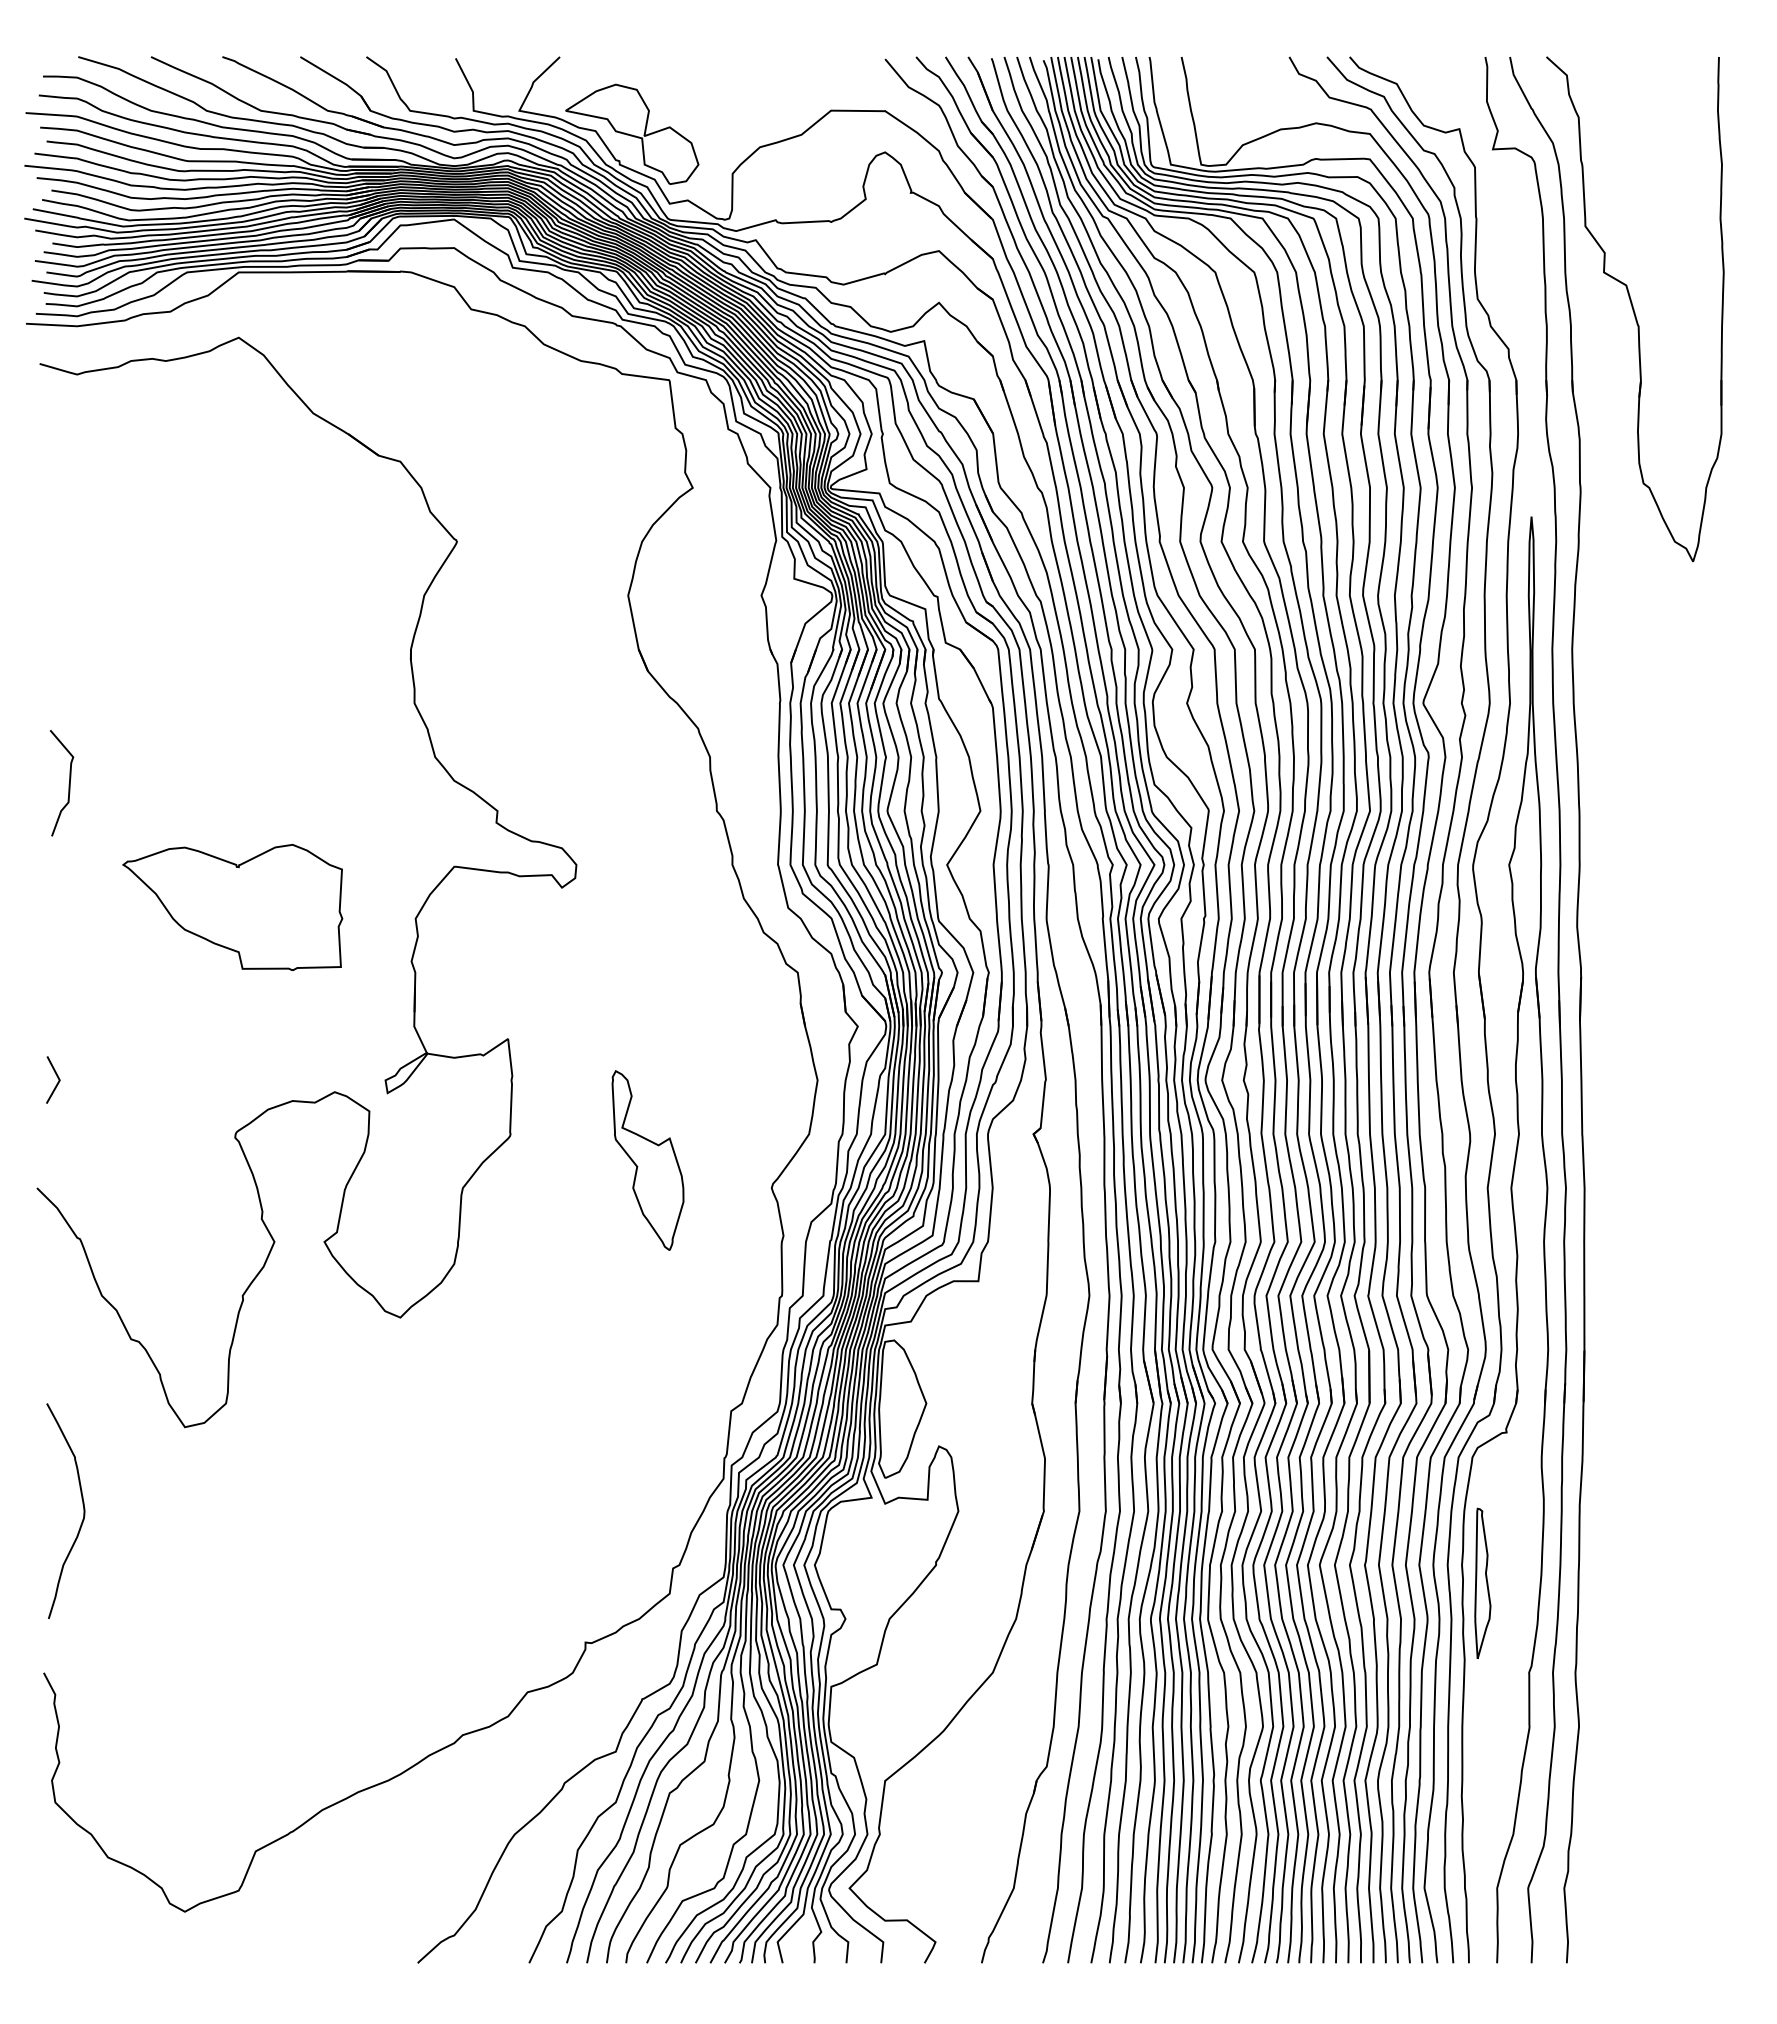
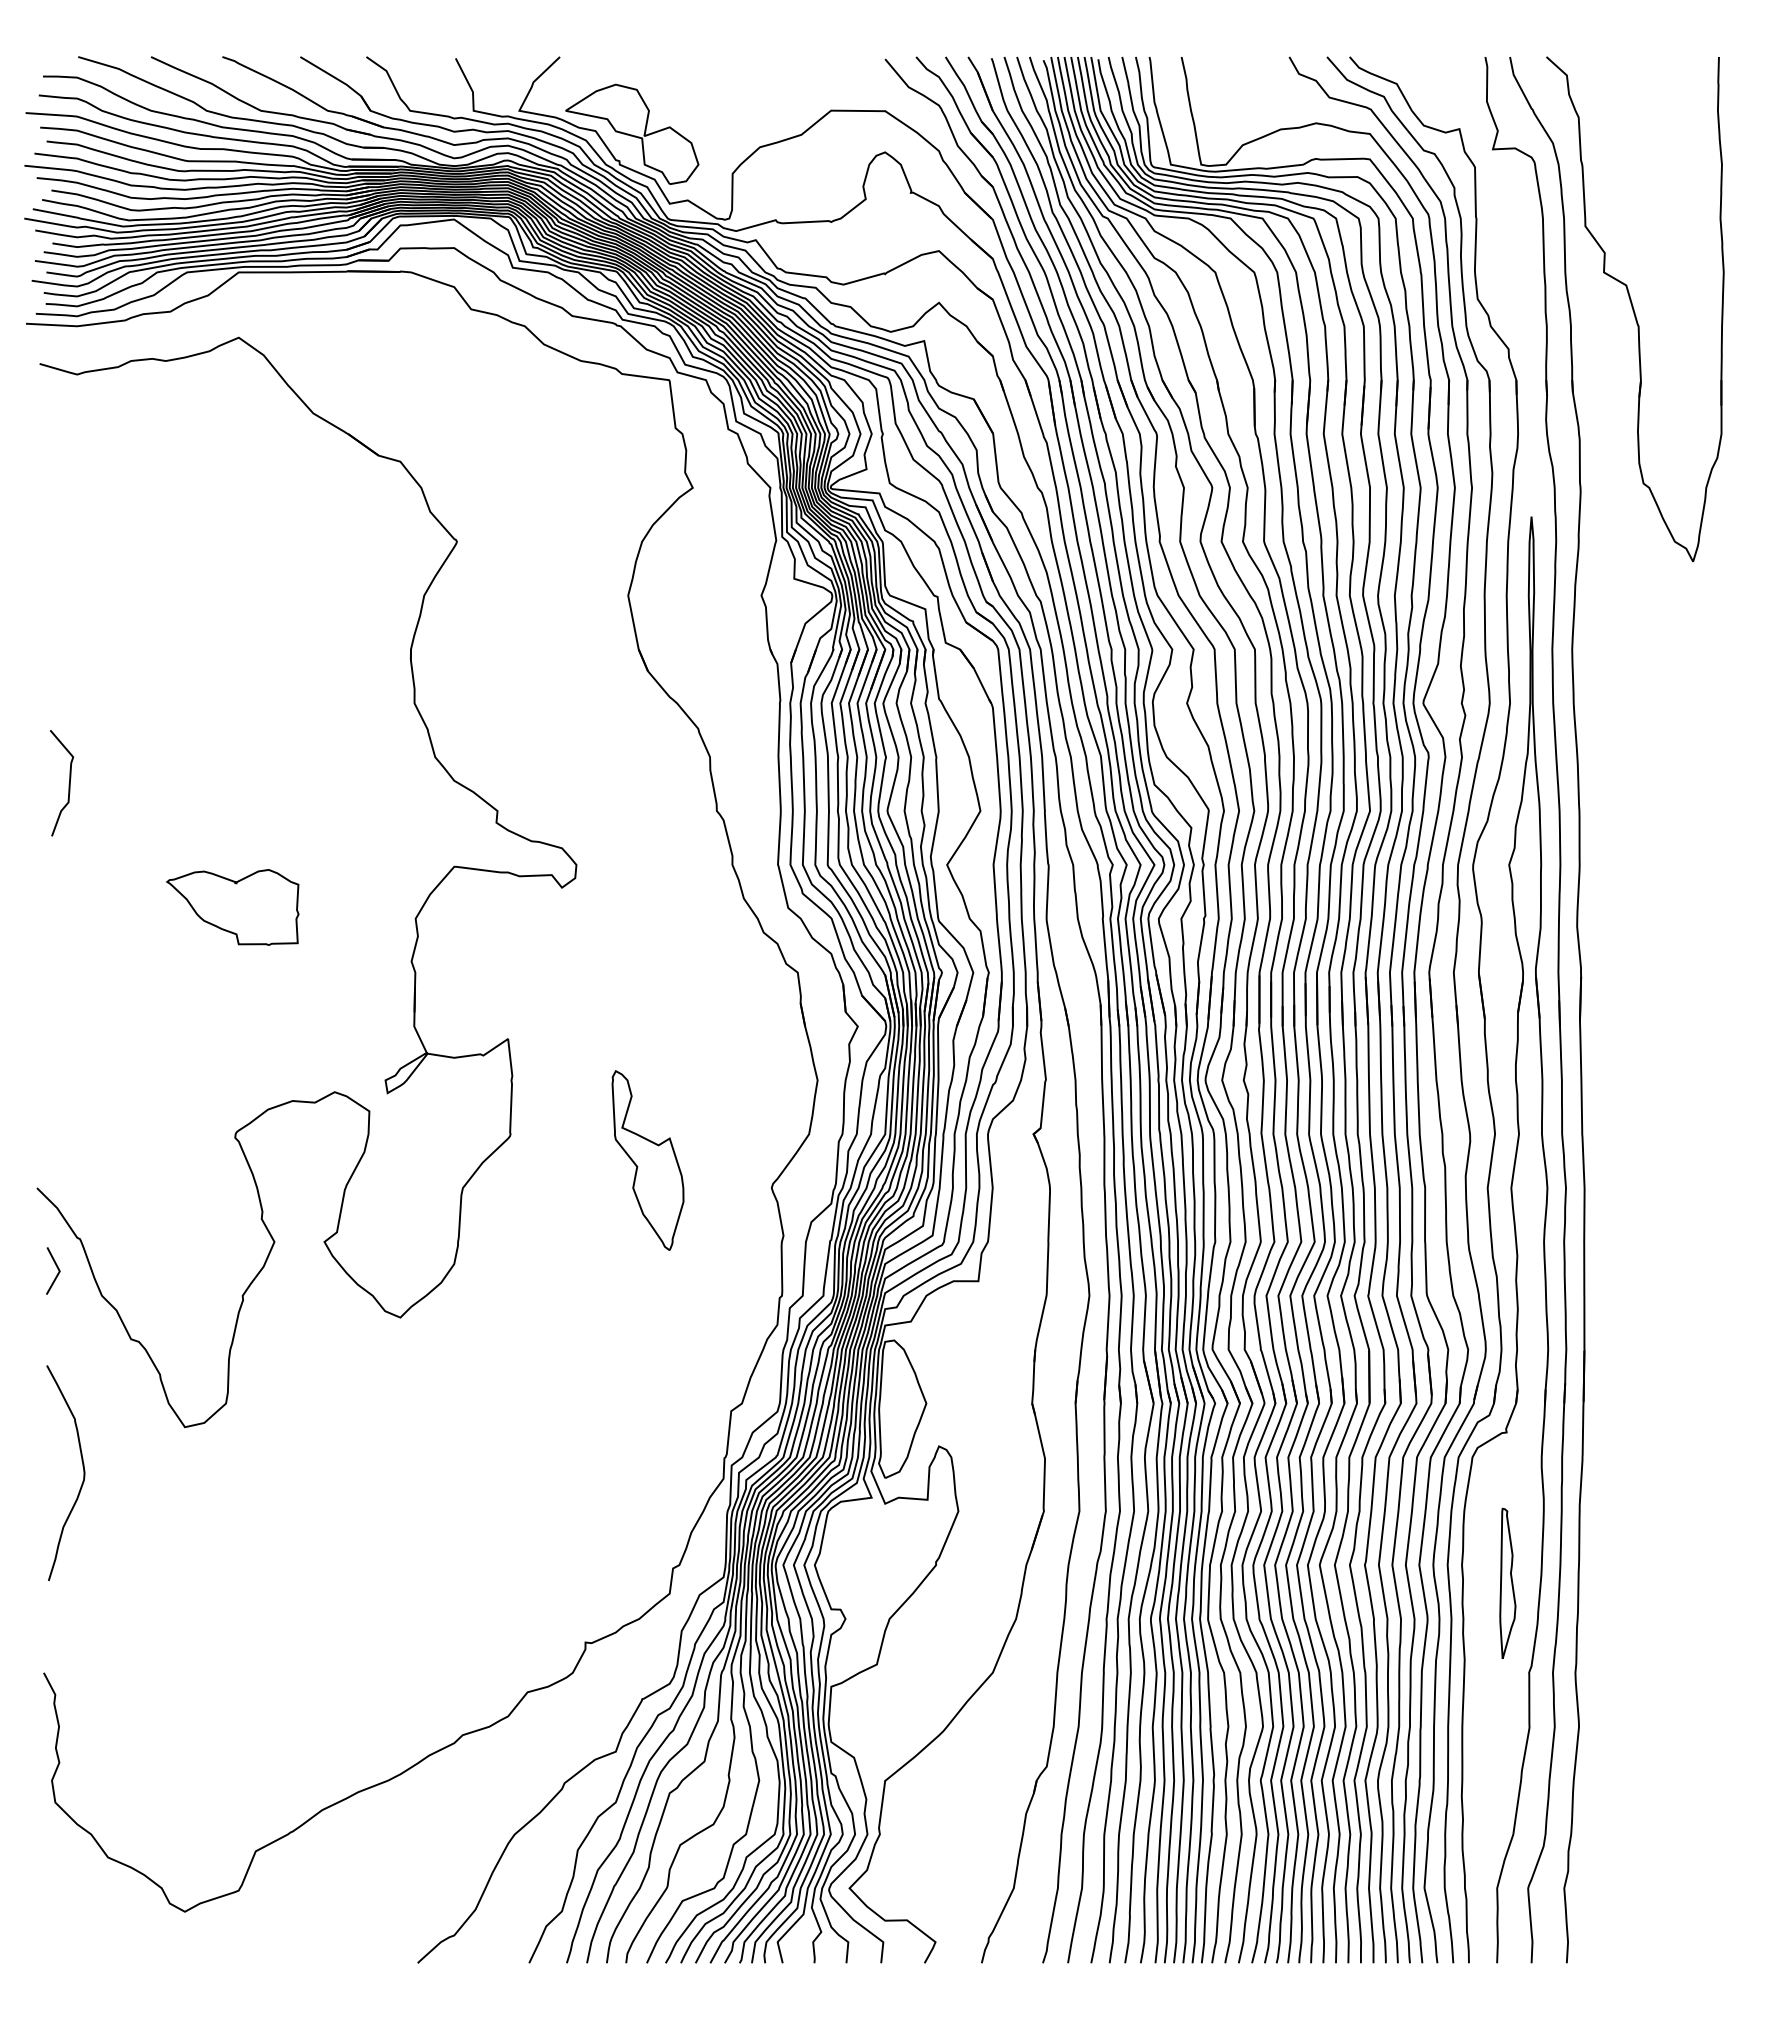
part at (232, 907) size: 222x127 px -> 134x77 px
line at (57, 1078) position: (57, 1078) -> (57, 1269)
curve at (83, 1511) position: (83, 1511) -> (83, 1473)
part at (1482, 1582) position: (1482, 1582) -> (1507, 1582)
